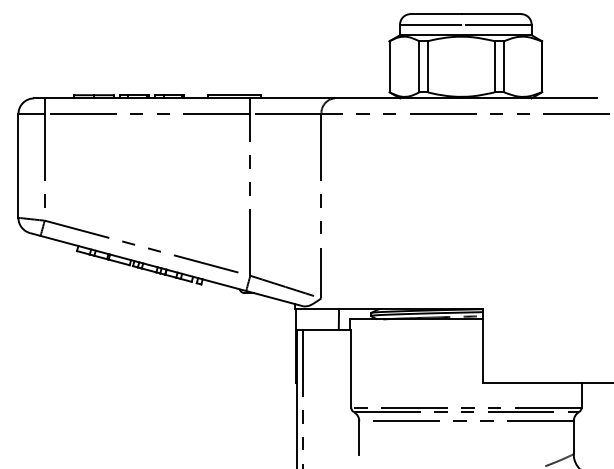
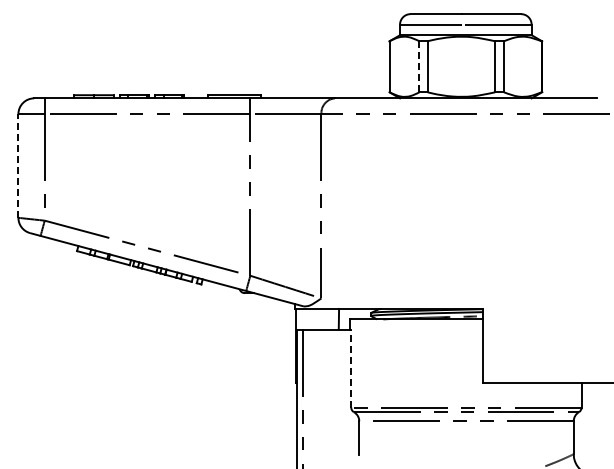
line at (419, 66): solid -> dashed
line at (18, 166): solid -> dashed
line at (351, 368): solid -> dashed
